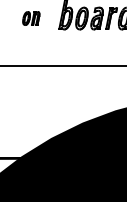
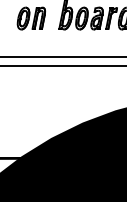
part at (31, 18) size: 19x15 px -> 30x25 px
line at (62, 57): none -> present
